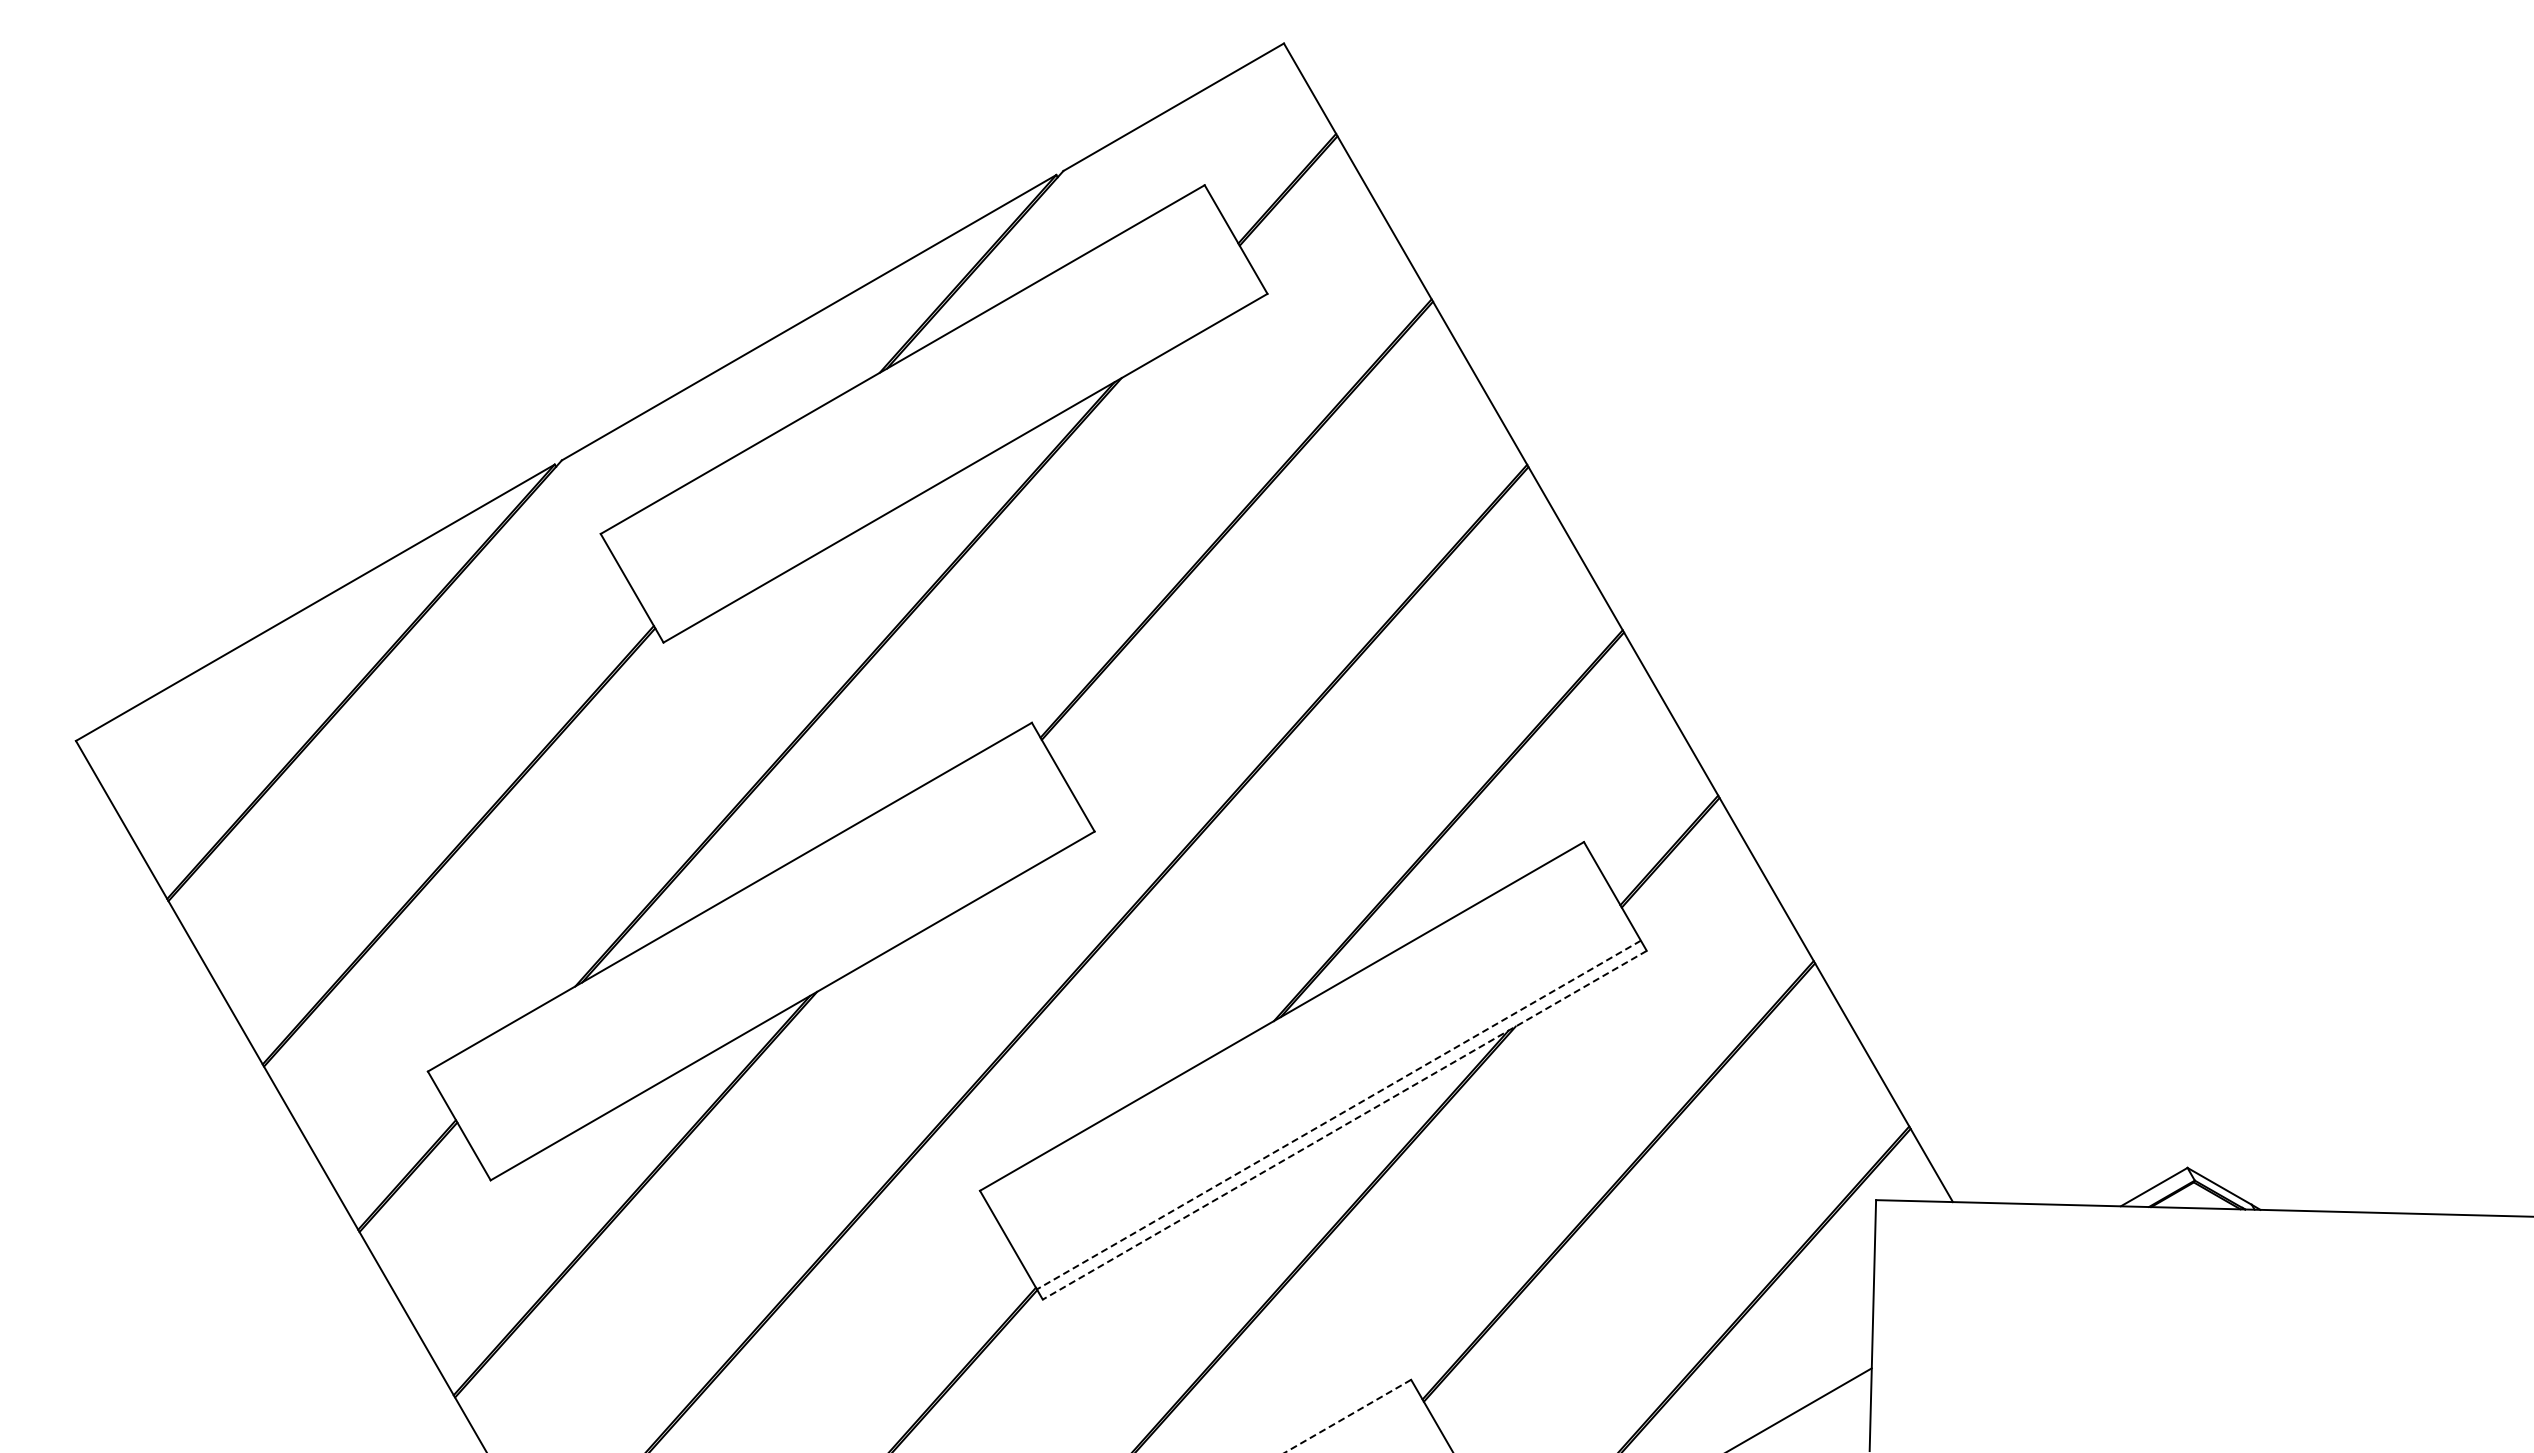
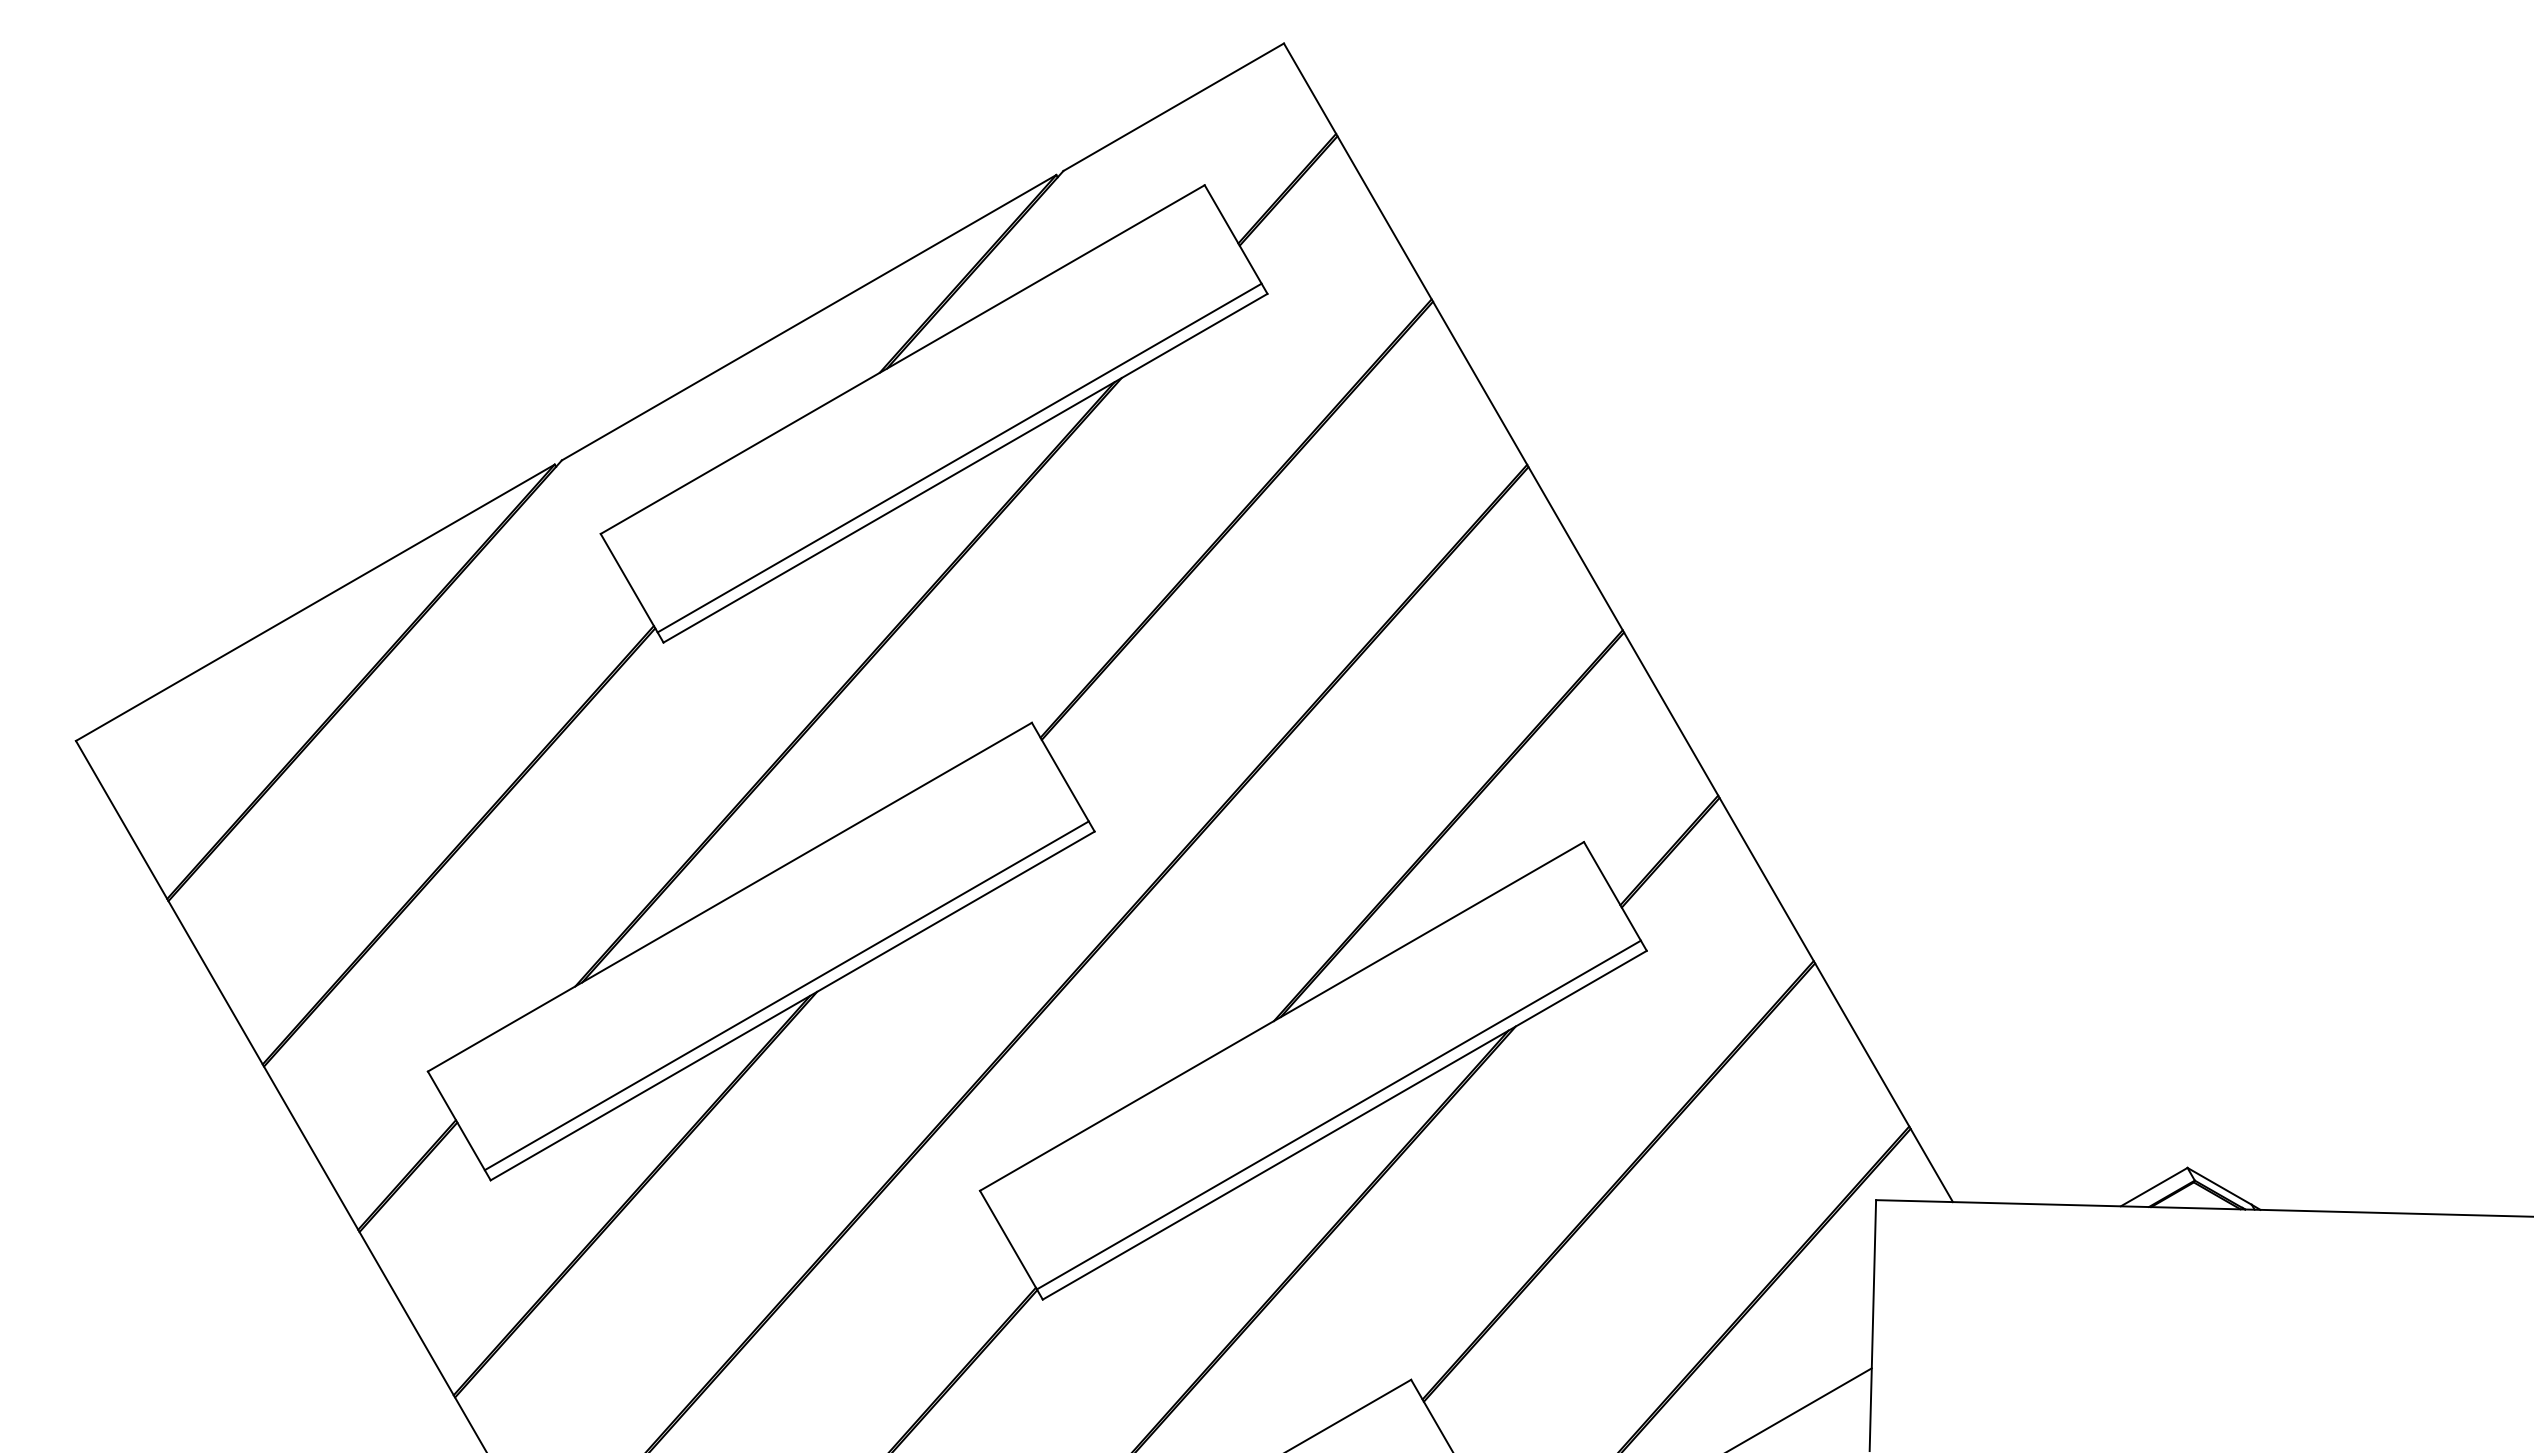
line at (959, 457): none -> present
line at (786, 995): none -> present
line at (1338, 1115): dashed -> solid
line at (1344, 1125): dashed -> solid
line at (1348, 1416): dashed -> solid
